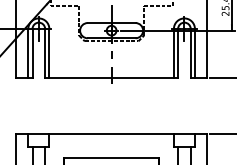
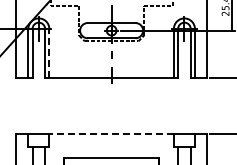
line at (49, 52): solid -> dashed
line at (111, 134): solid -> dashed
